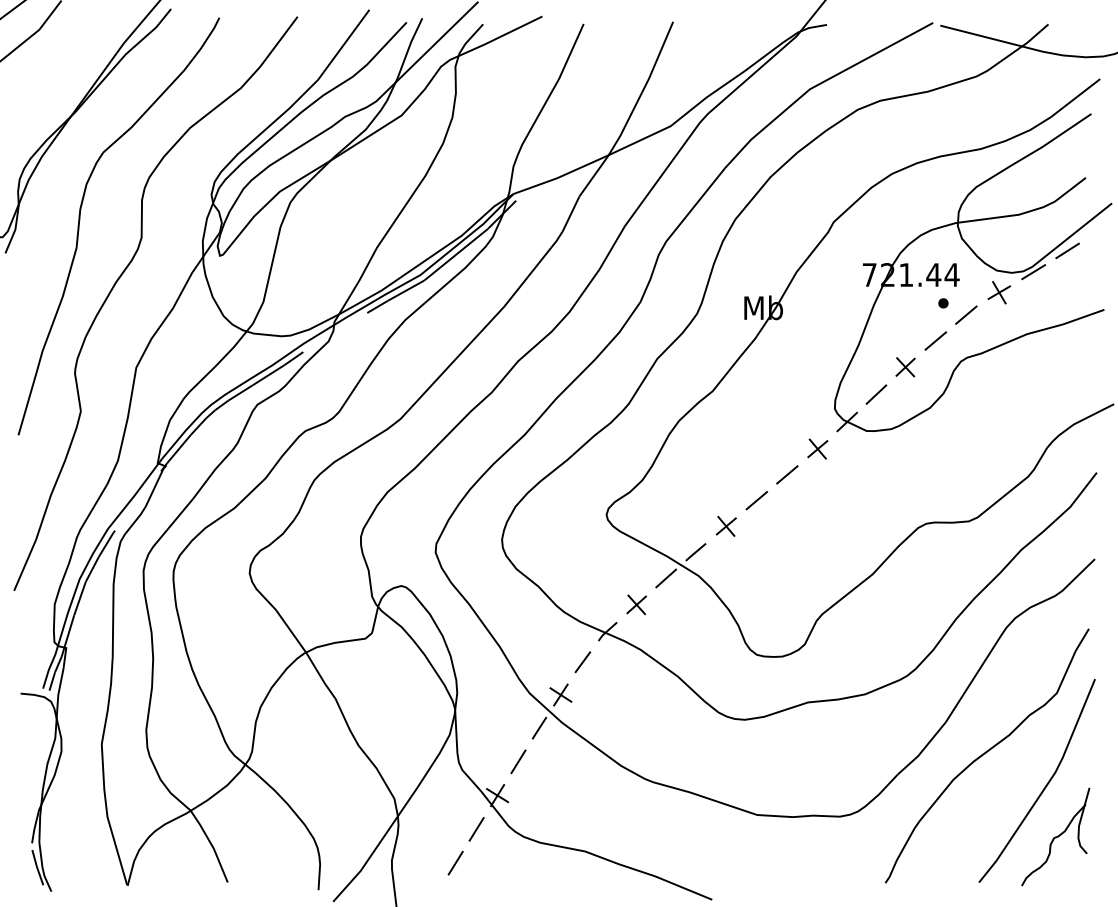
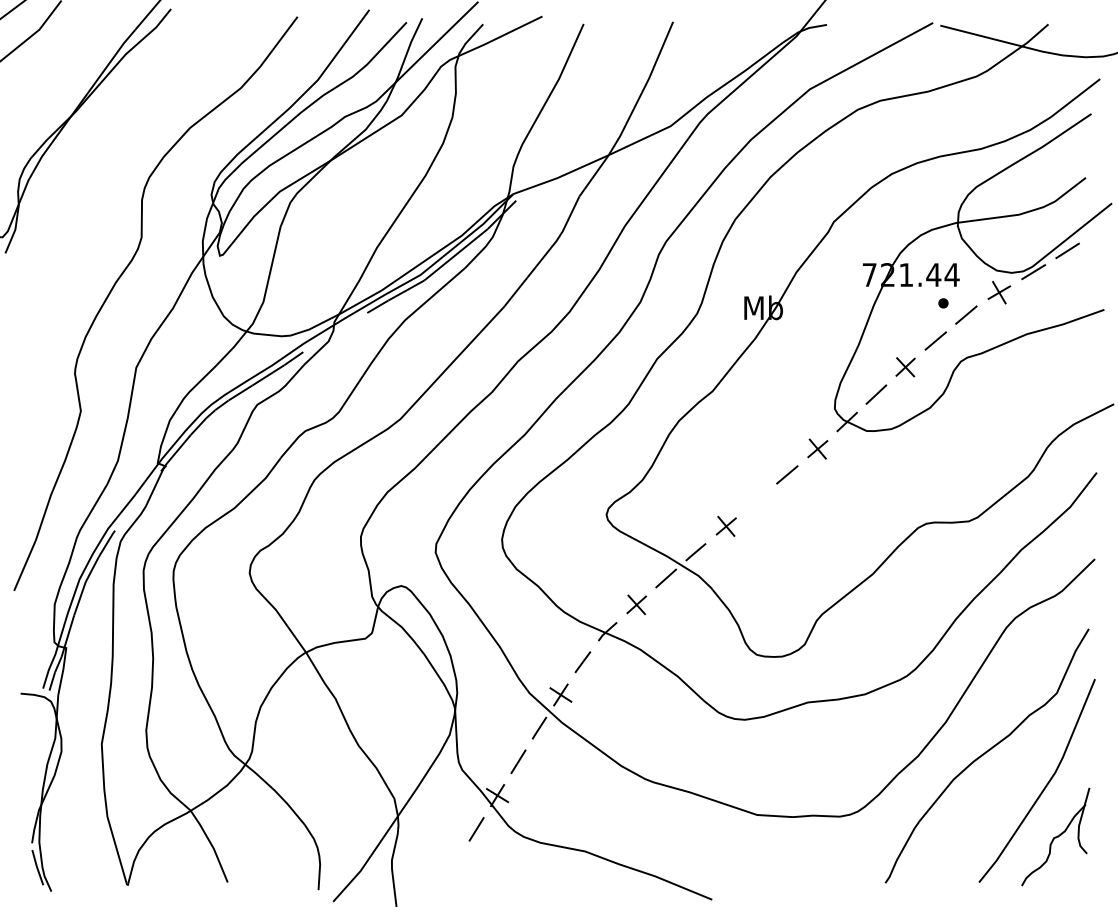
curve at (80, 220): present -> none
line at (756, 500): present -> none
line at (455, 862): present -> none
